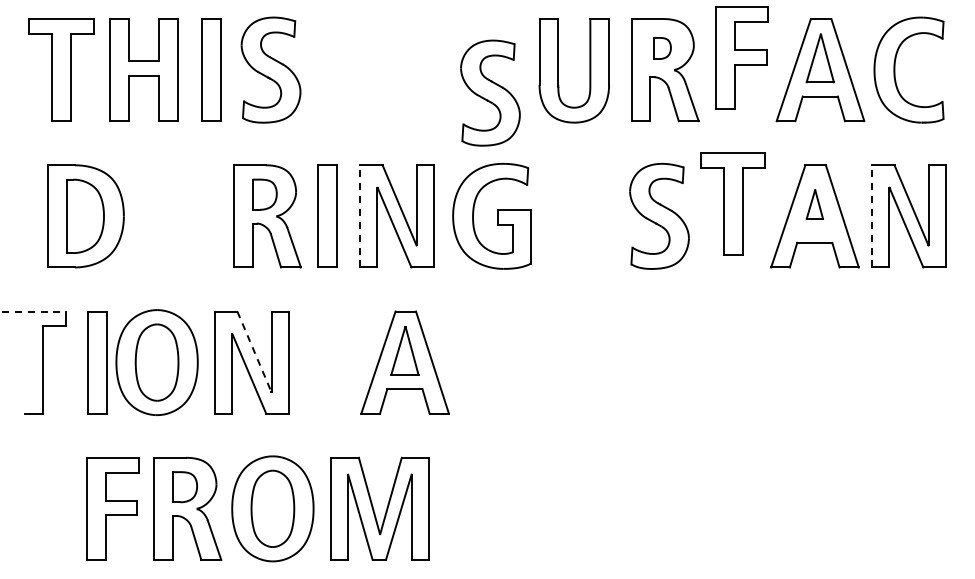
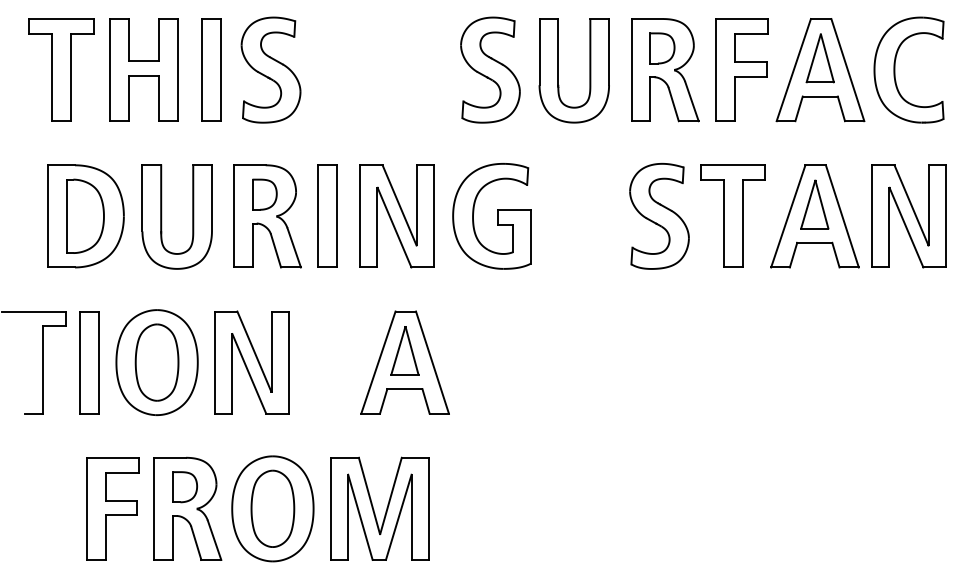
part at (662, 48) size: 19x23 px -> 27x33 px
part at (741, 57) position: (741, 57) -> (741, 69)
part at (490, 92) position: (490, 92) -> (490, 69)
part at (732, 203) position: (732, 203) -> (732, 215)
part at (814, 204) size: 19x31 px -> 30x51 px
line at (360, 215): dashed -> solid
line at (872, 215): dashed -> solid
part at (162, 216): none -> present
line at (34, 311): dashed -> solid
line at (254, 351): dashed -> solid
part at (97, 362) position: (97, 362) -> (89, 362)
